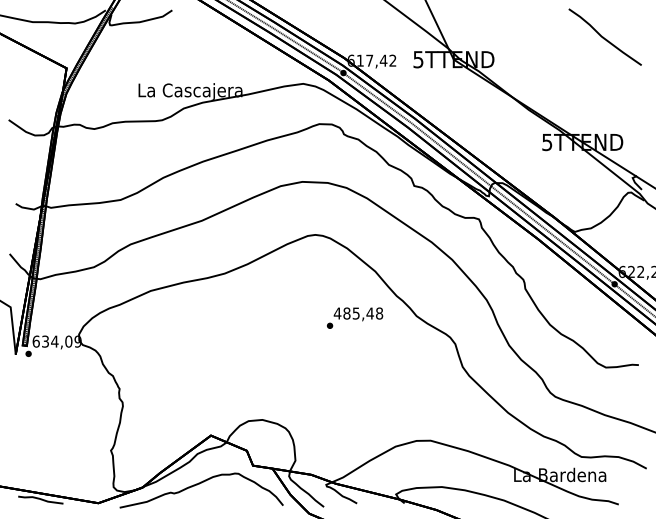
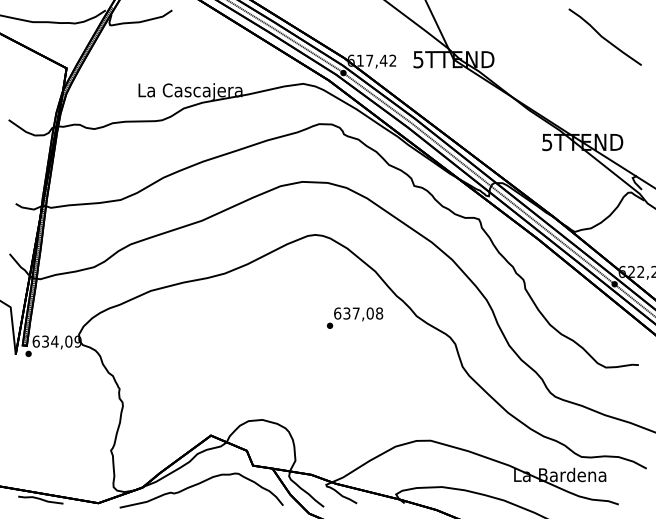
text at (353, 313): 485,48 -> 637,08
